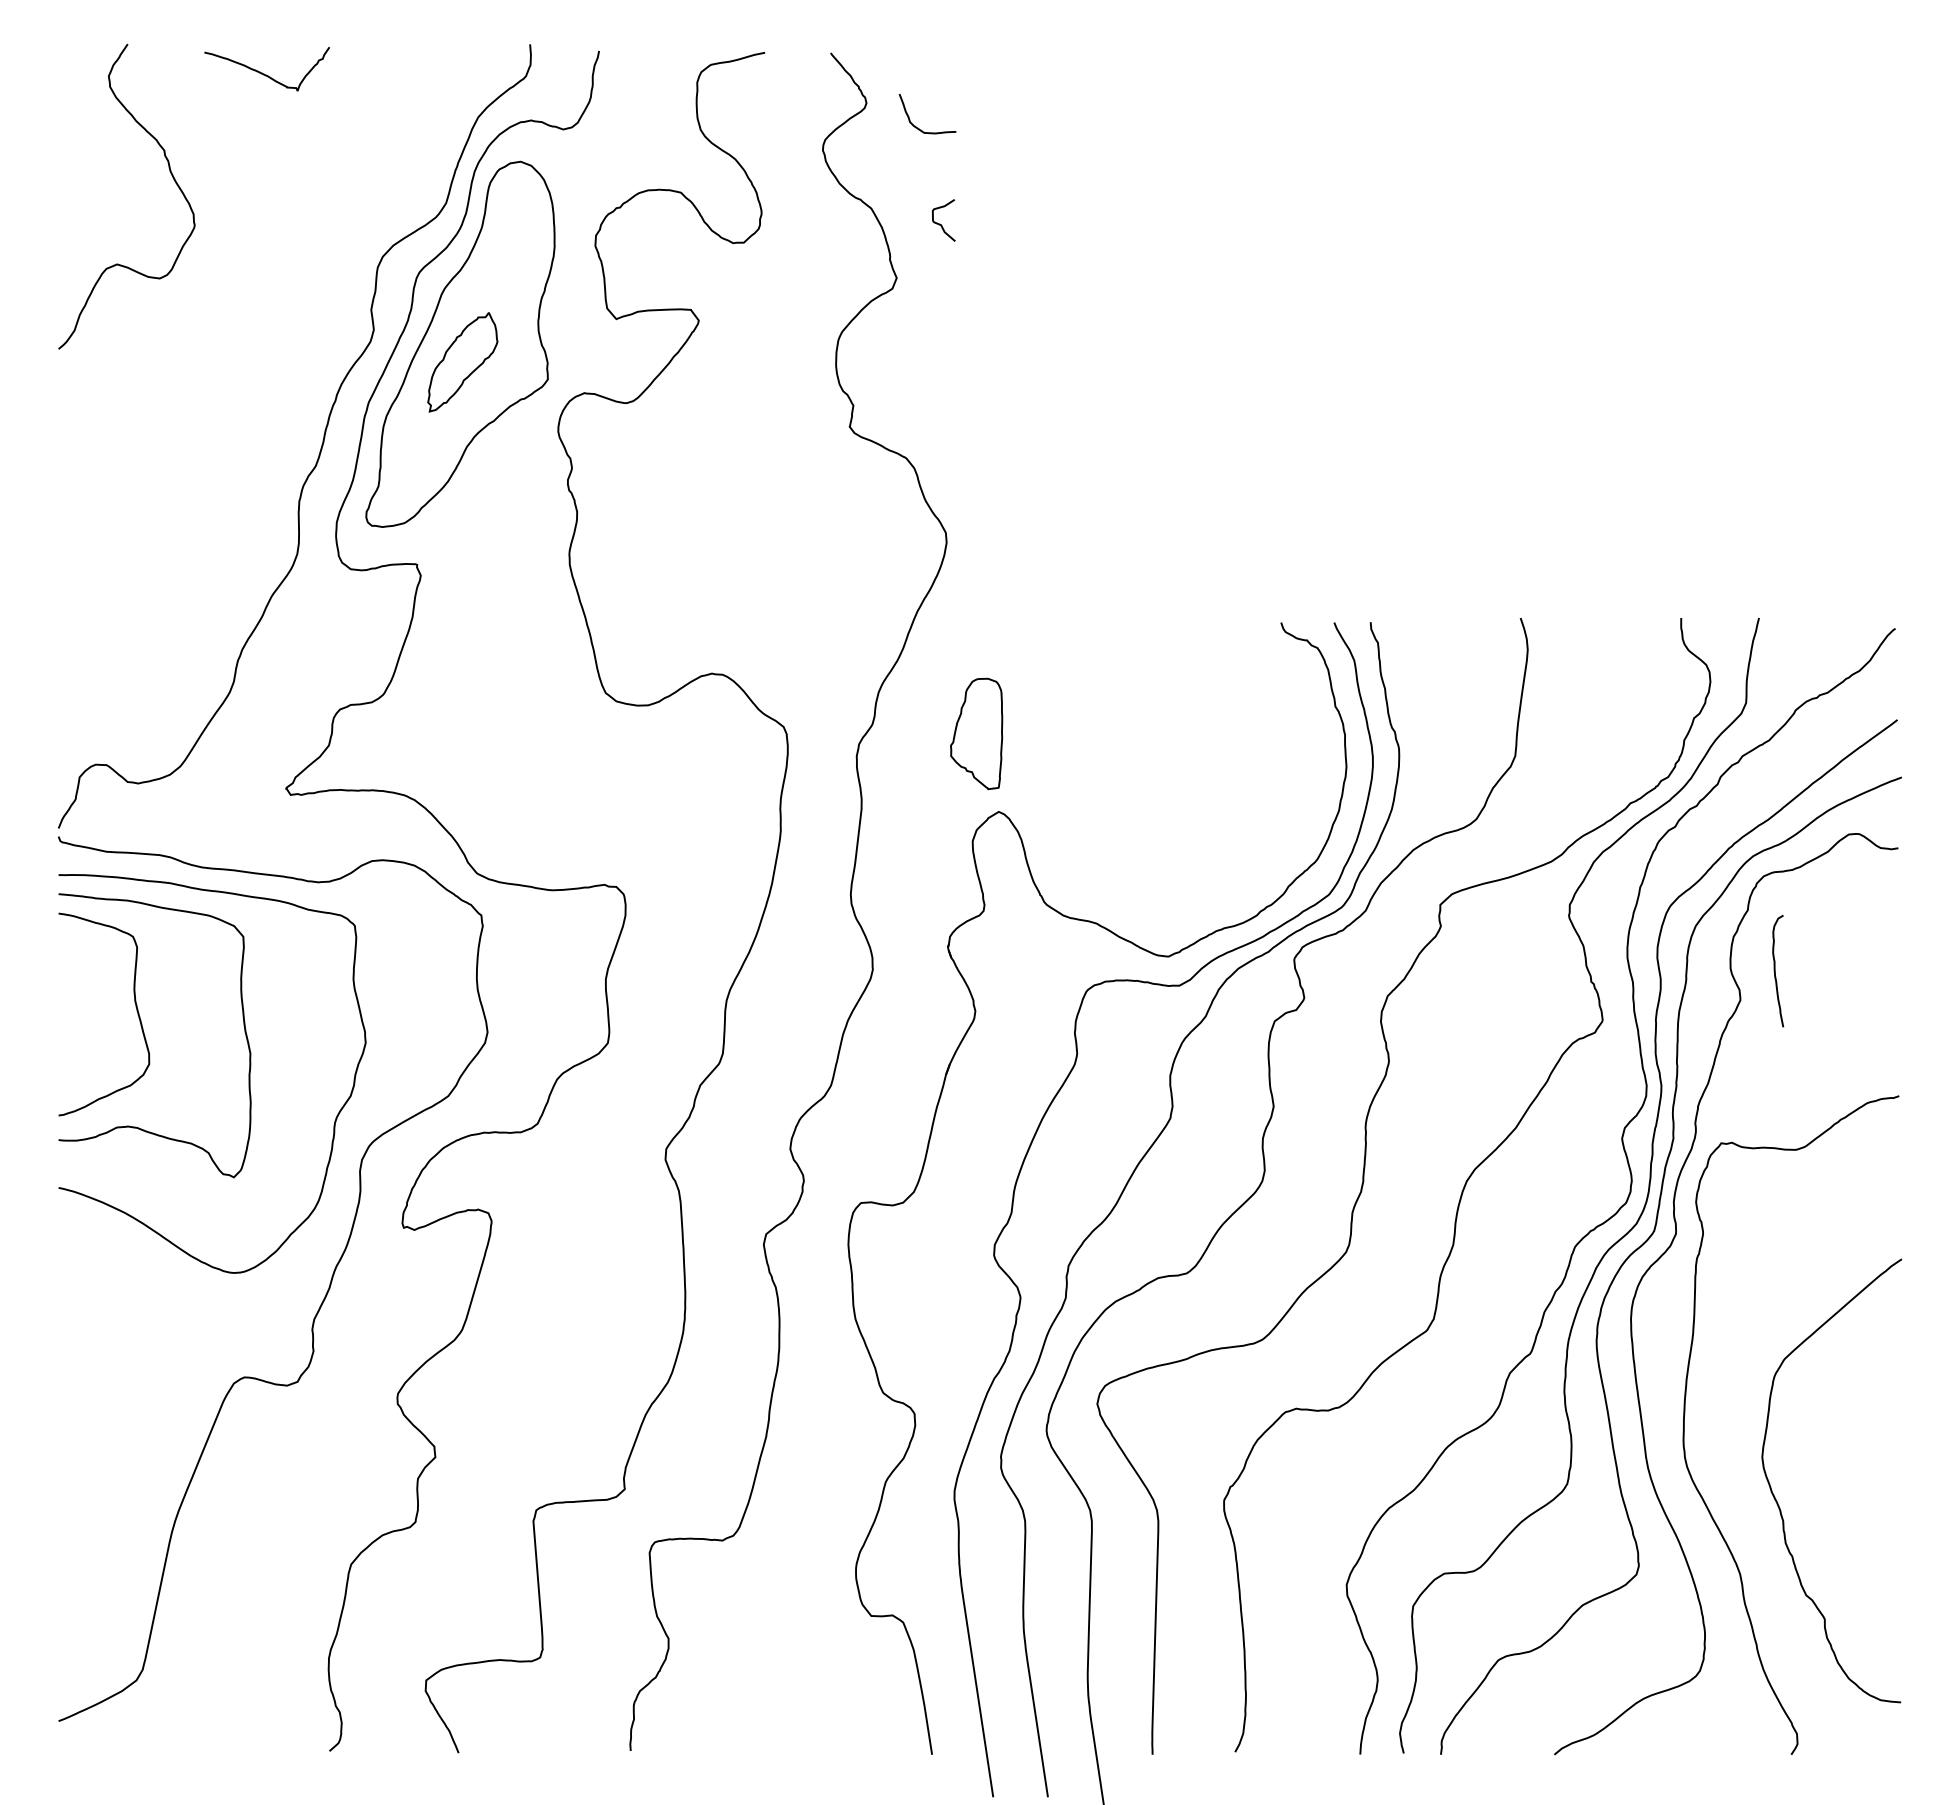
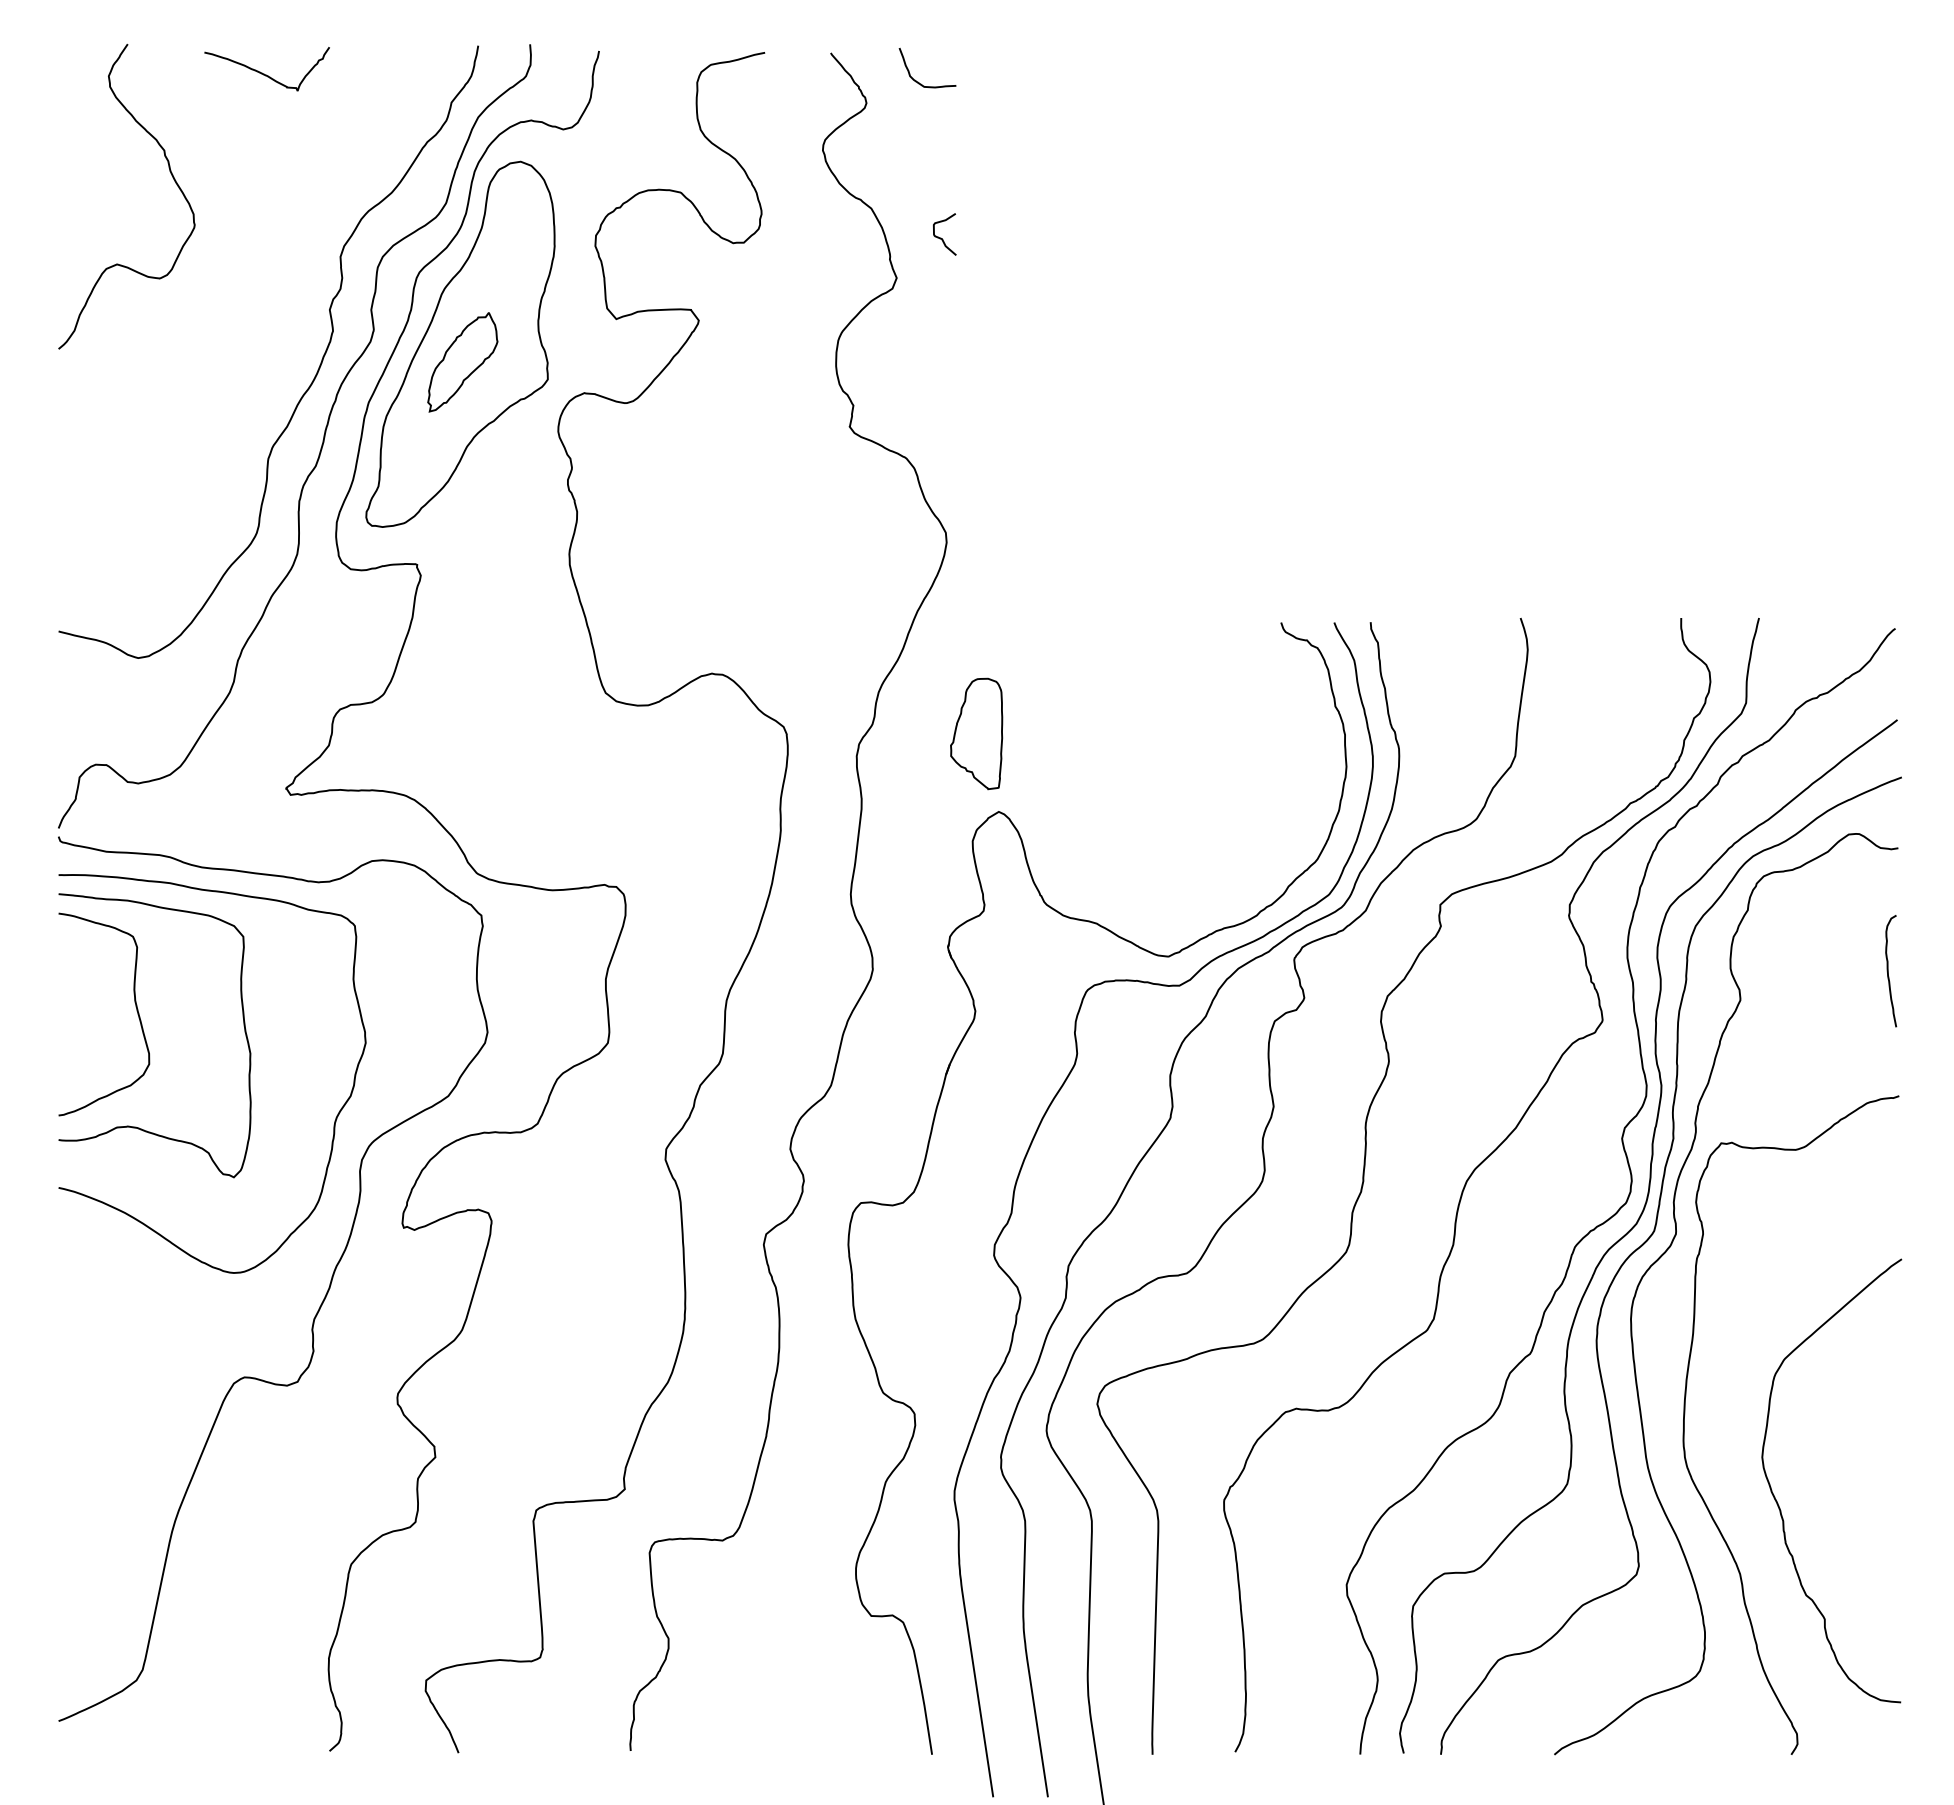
curve at (918, 127) position: (918, 127) -> (918, 81)
curve at (940, 223) position: (940, 223) -> (941, 237)
curve at (317, 369): none -> present
curve at (1775, 971) position: (1775, 971) -> (1888, 971)
